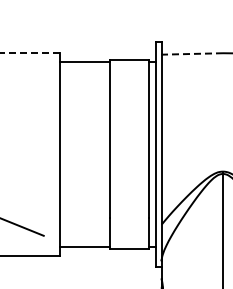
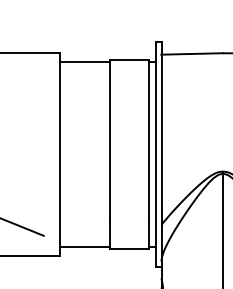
line at (29, 53): dashed -> solid
line at (192, 53): dashed -> solid
